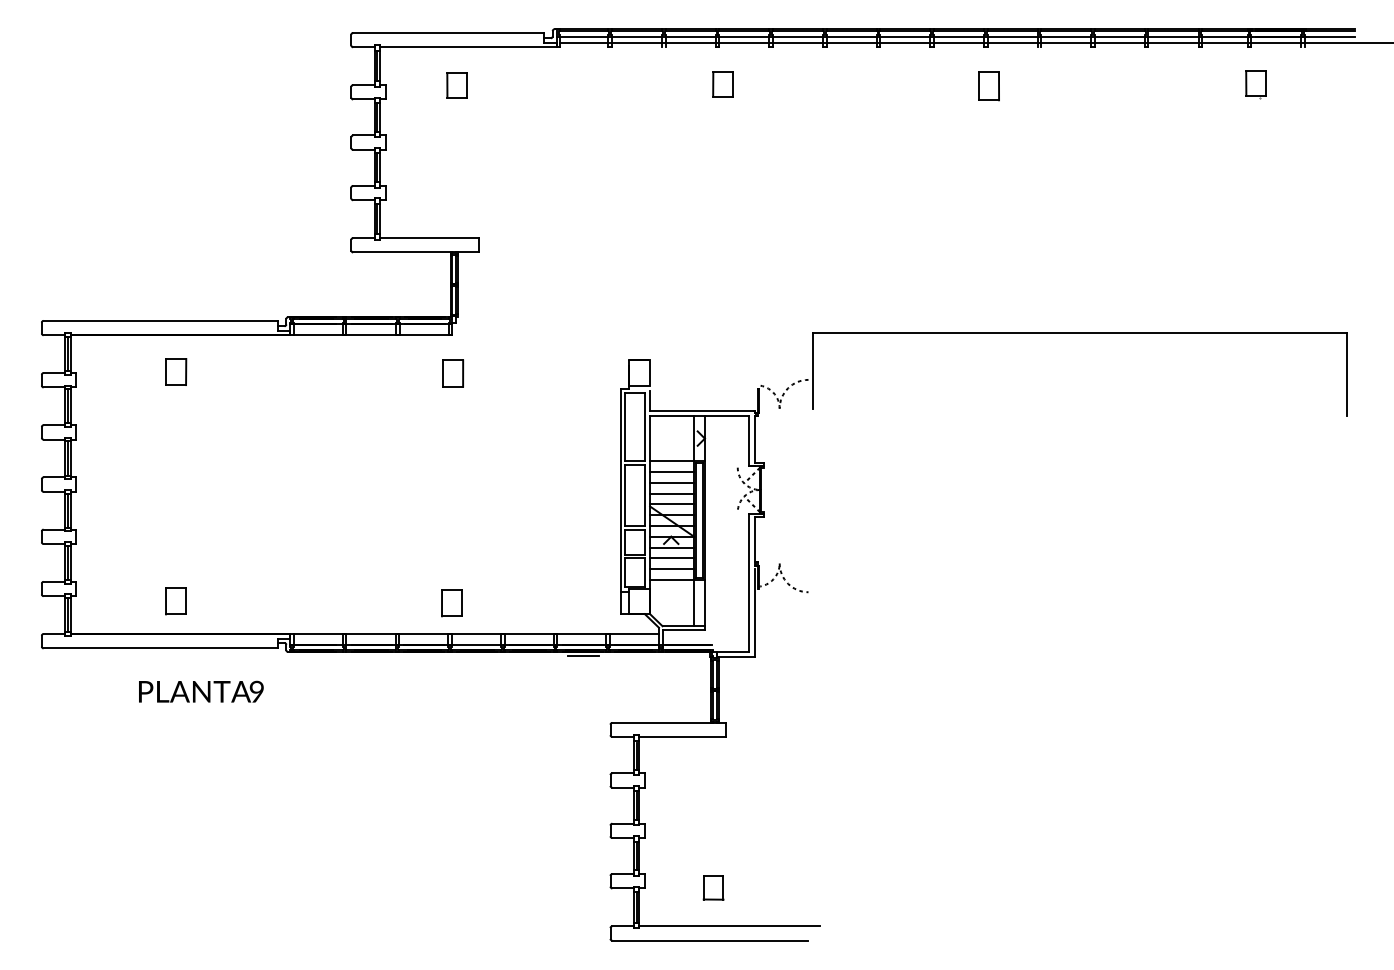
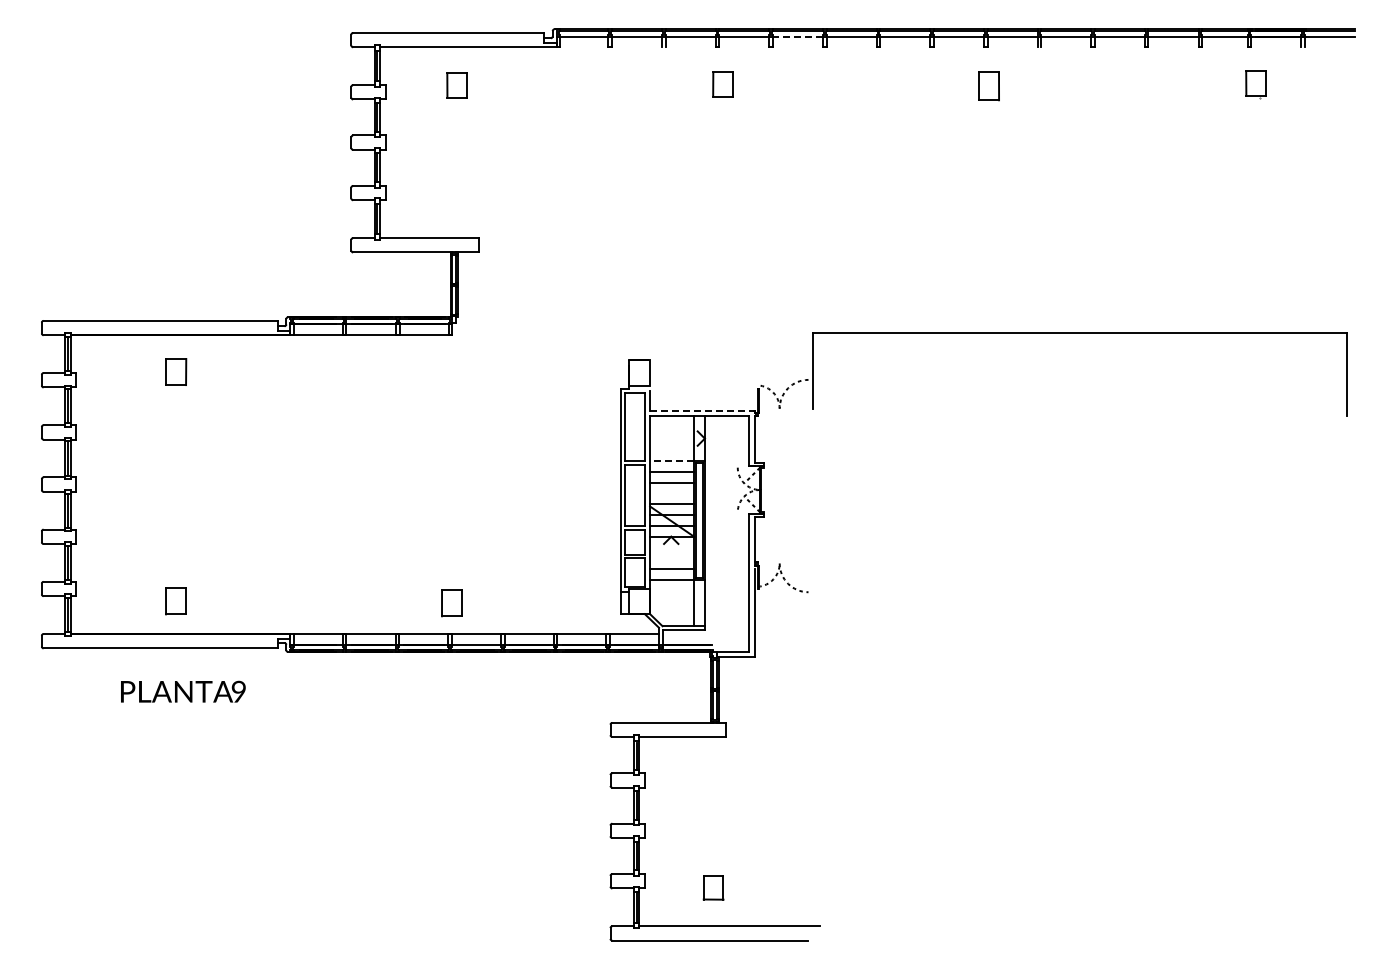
line at (797, 36): solid -> dashed
line at (975, 43): present -> none
part at (453, 373): present -> none
line at (701, 410): solid -> dashed
line at (671, 461): solid -> dashed
line at (672, 493): present -> none
line at (672, 547): present -> none
line at (672, 558): present -> none
line at (583, 655): present -> none
text at (201, 691) position: (201, 691) -> (183, 691)
